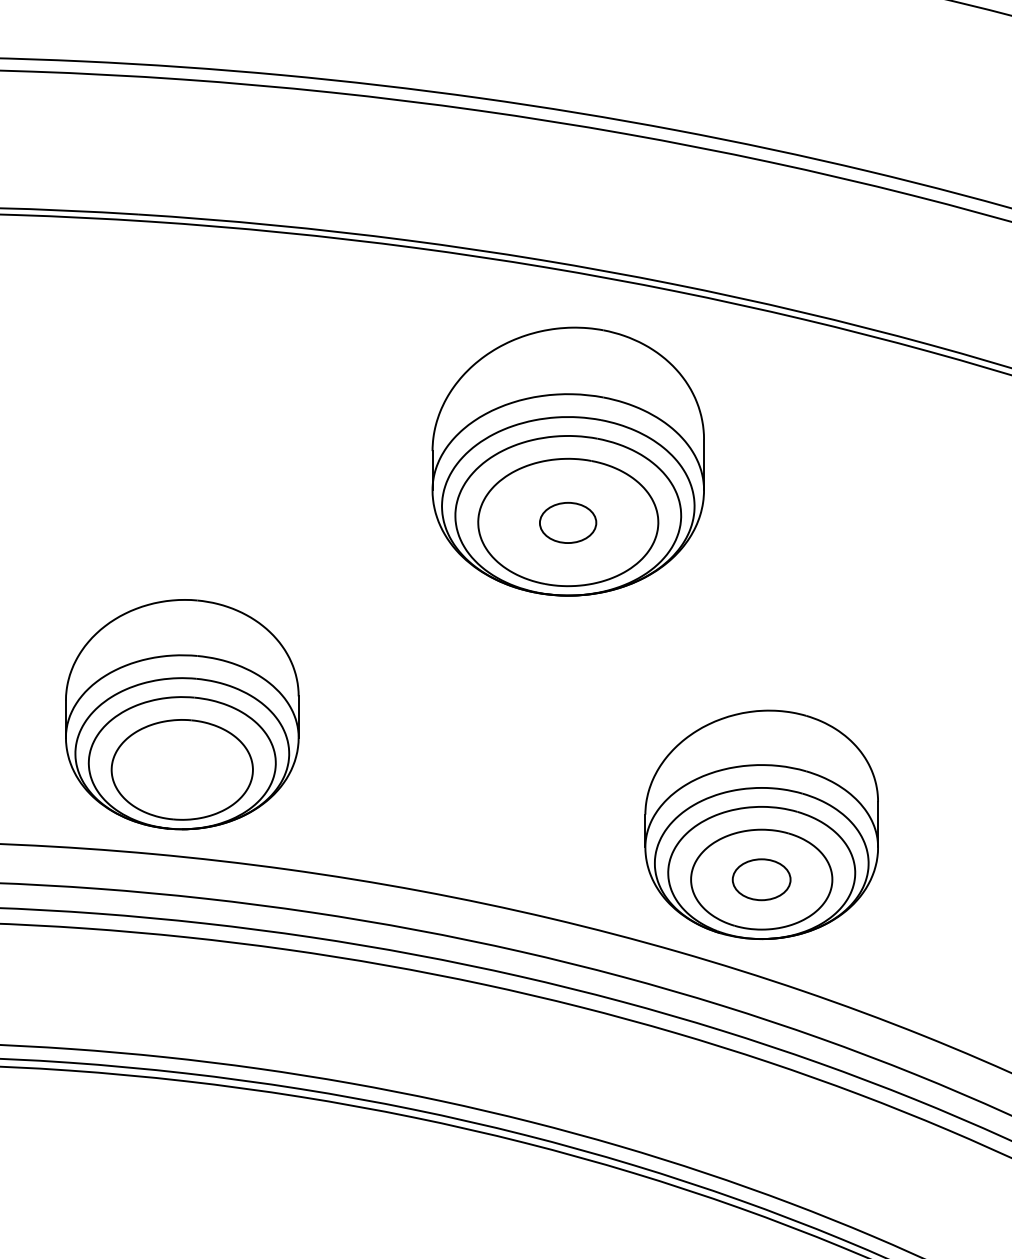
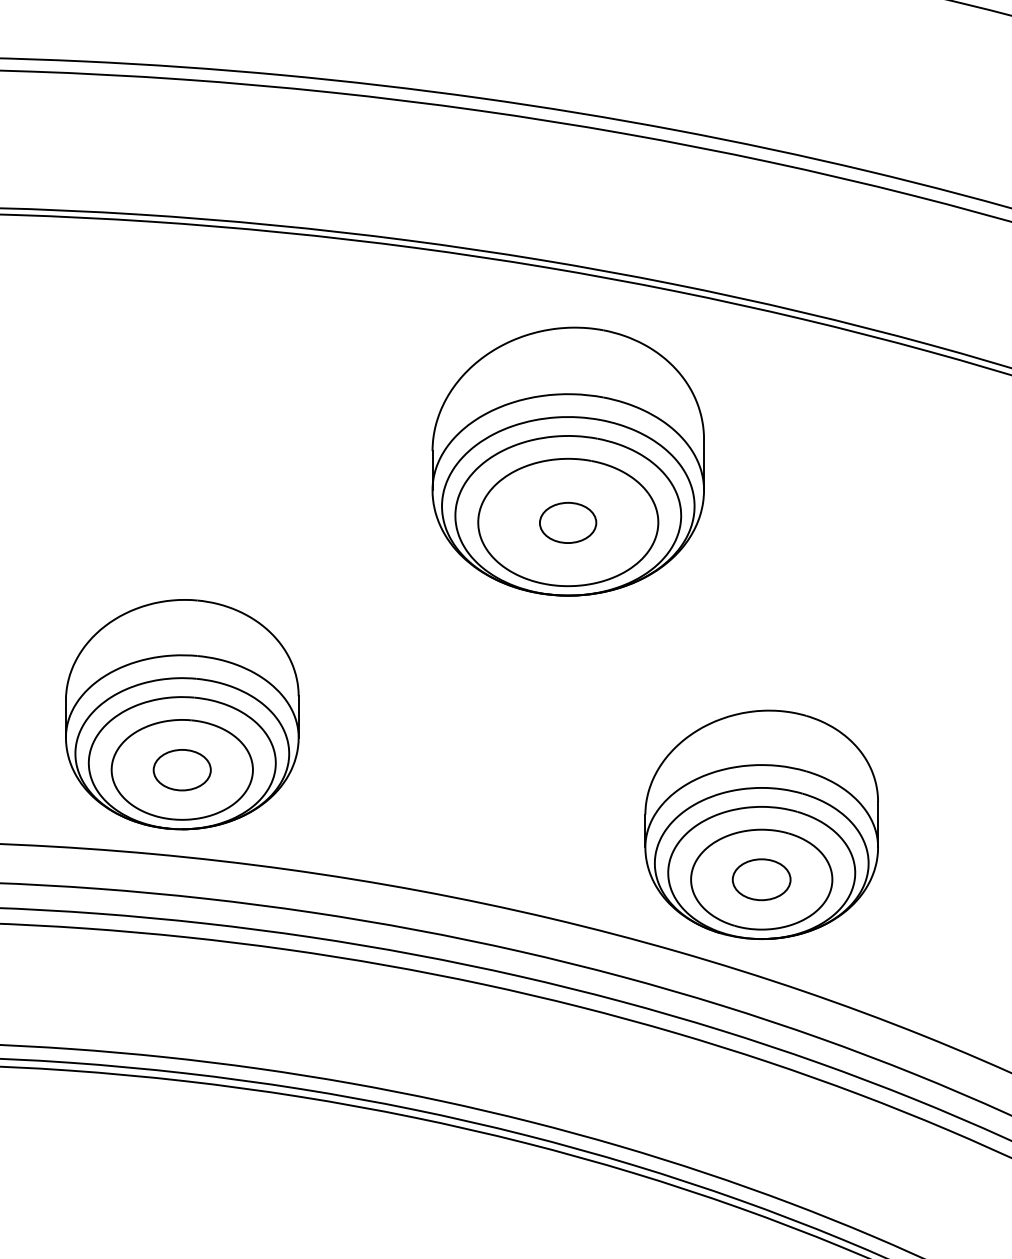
part at (181, 770): none -> present
